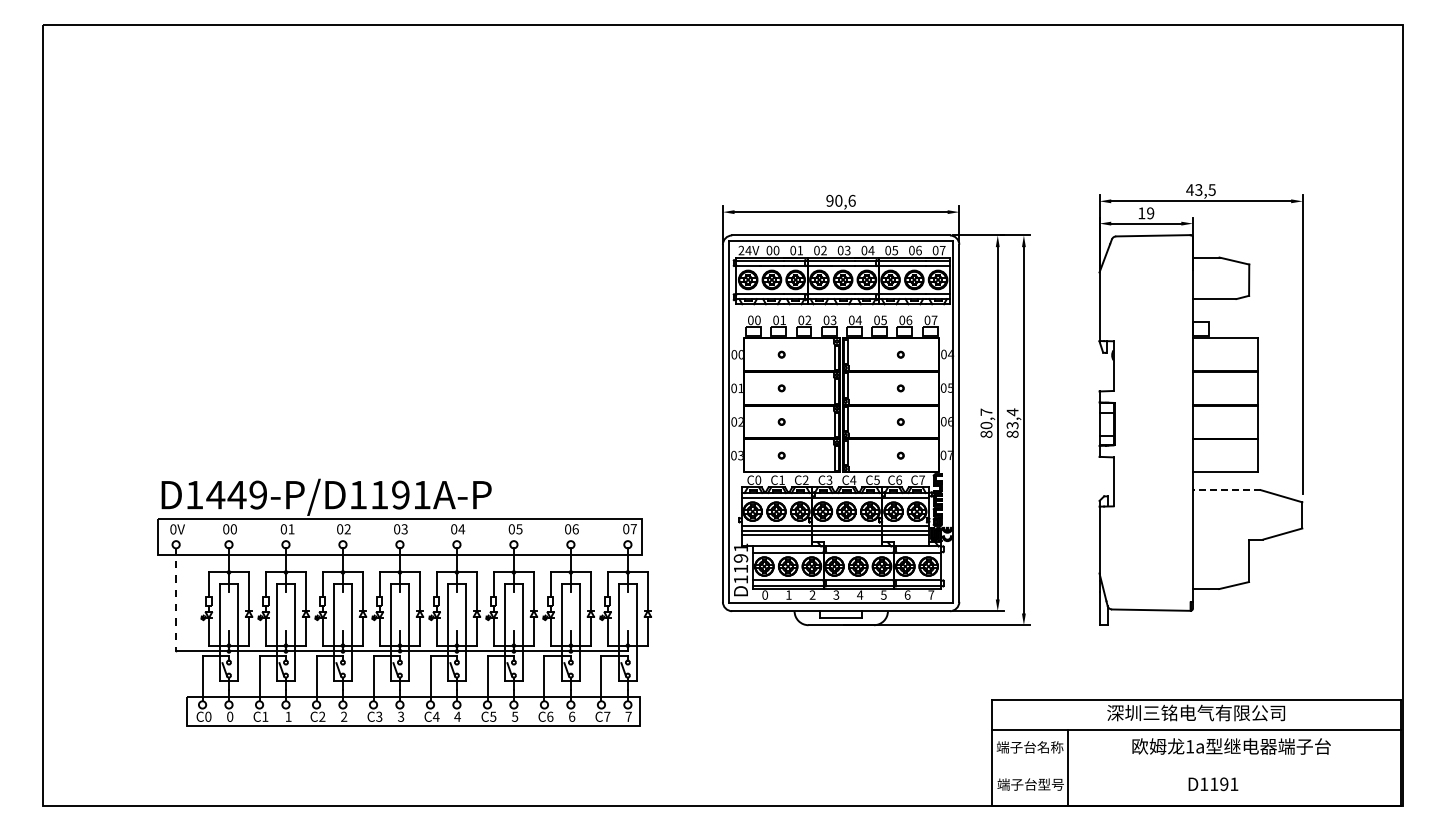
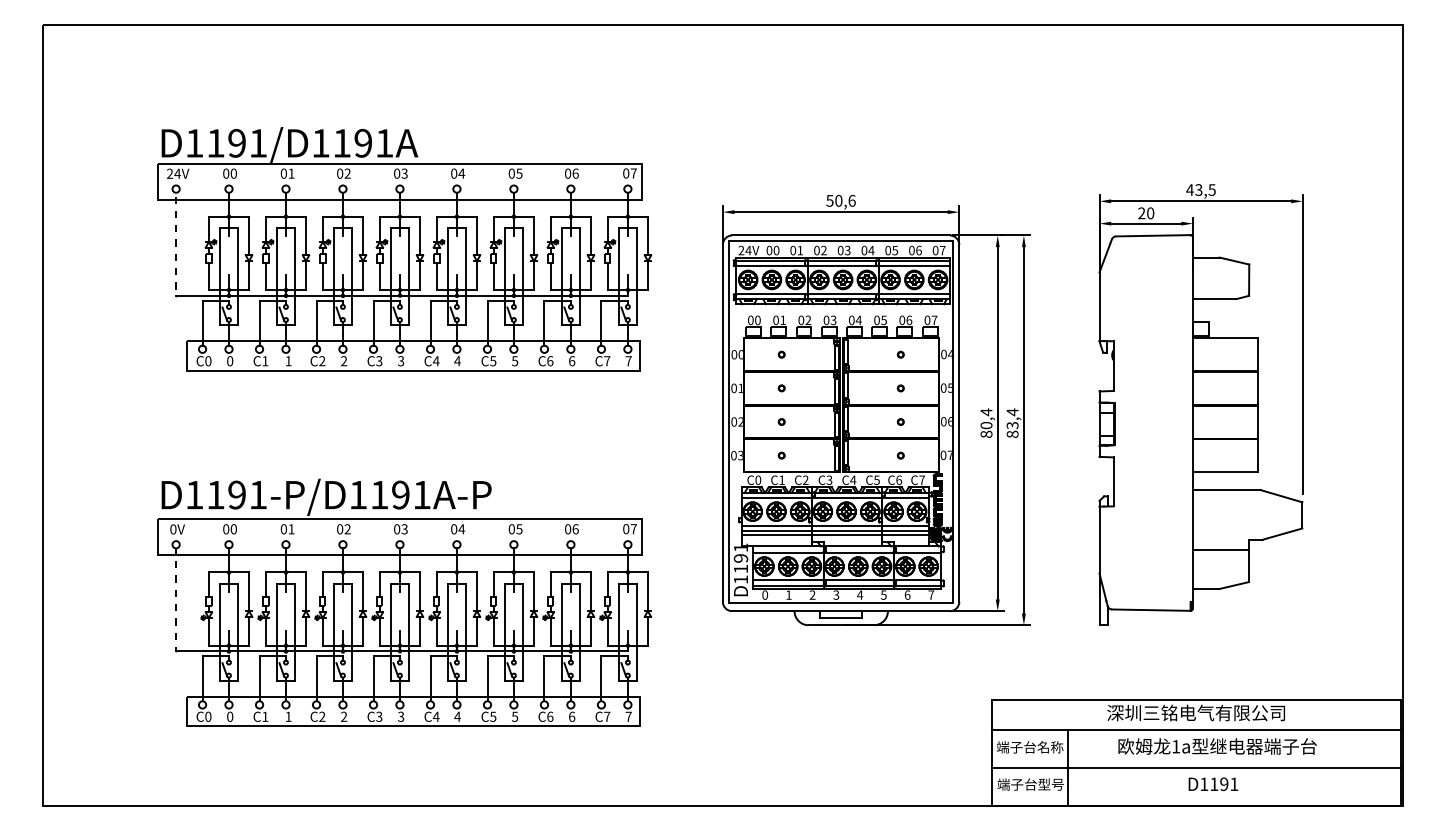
text at (829, 200): 90,6 -> 50,6
text at (1146, 213): 19 -> 20
part at (404, 249): none -> present
text at (986, 412): 80,7 -> 80,4
line at (1226, 490): dashed -> solid
text at (236, 494): D1449-P/D1191A-P -> D1191-P/D1191A-P
line at (1220, 550): none -> present
text at (1231, 746) position: (1231, 746) -> (1217, 746)
line at (1196, 767): none -> present
